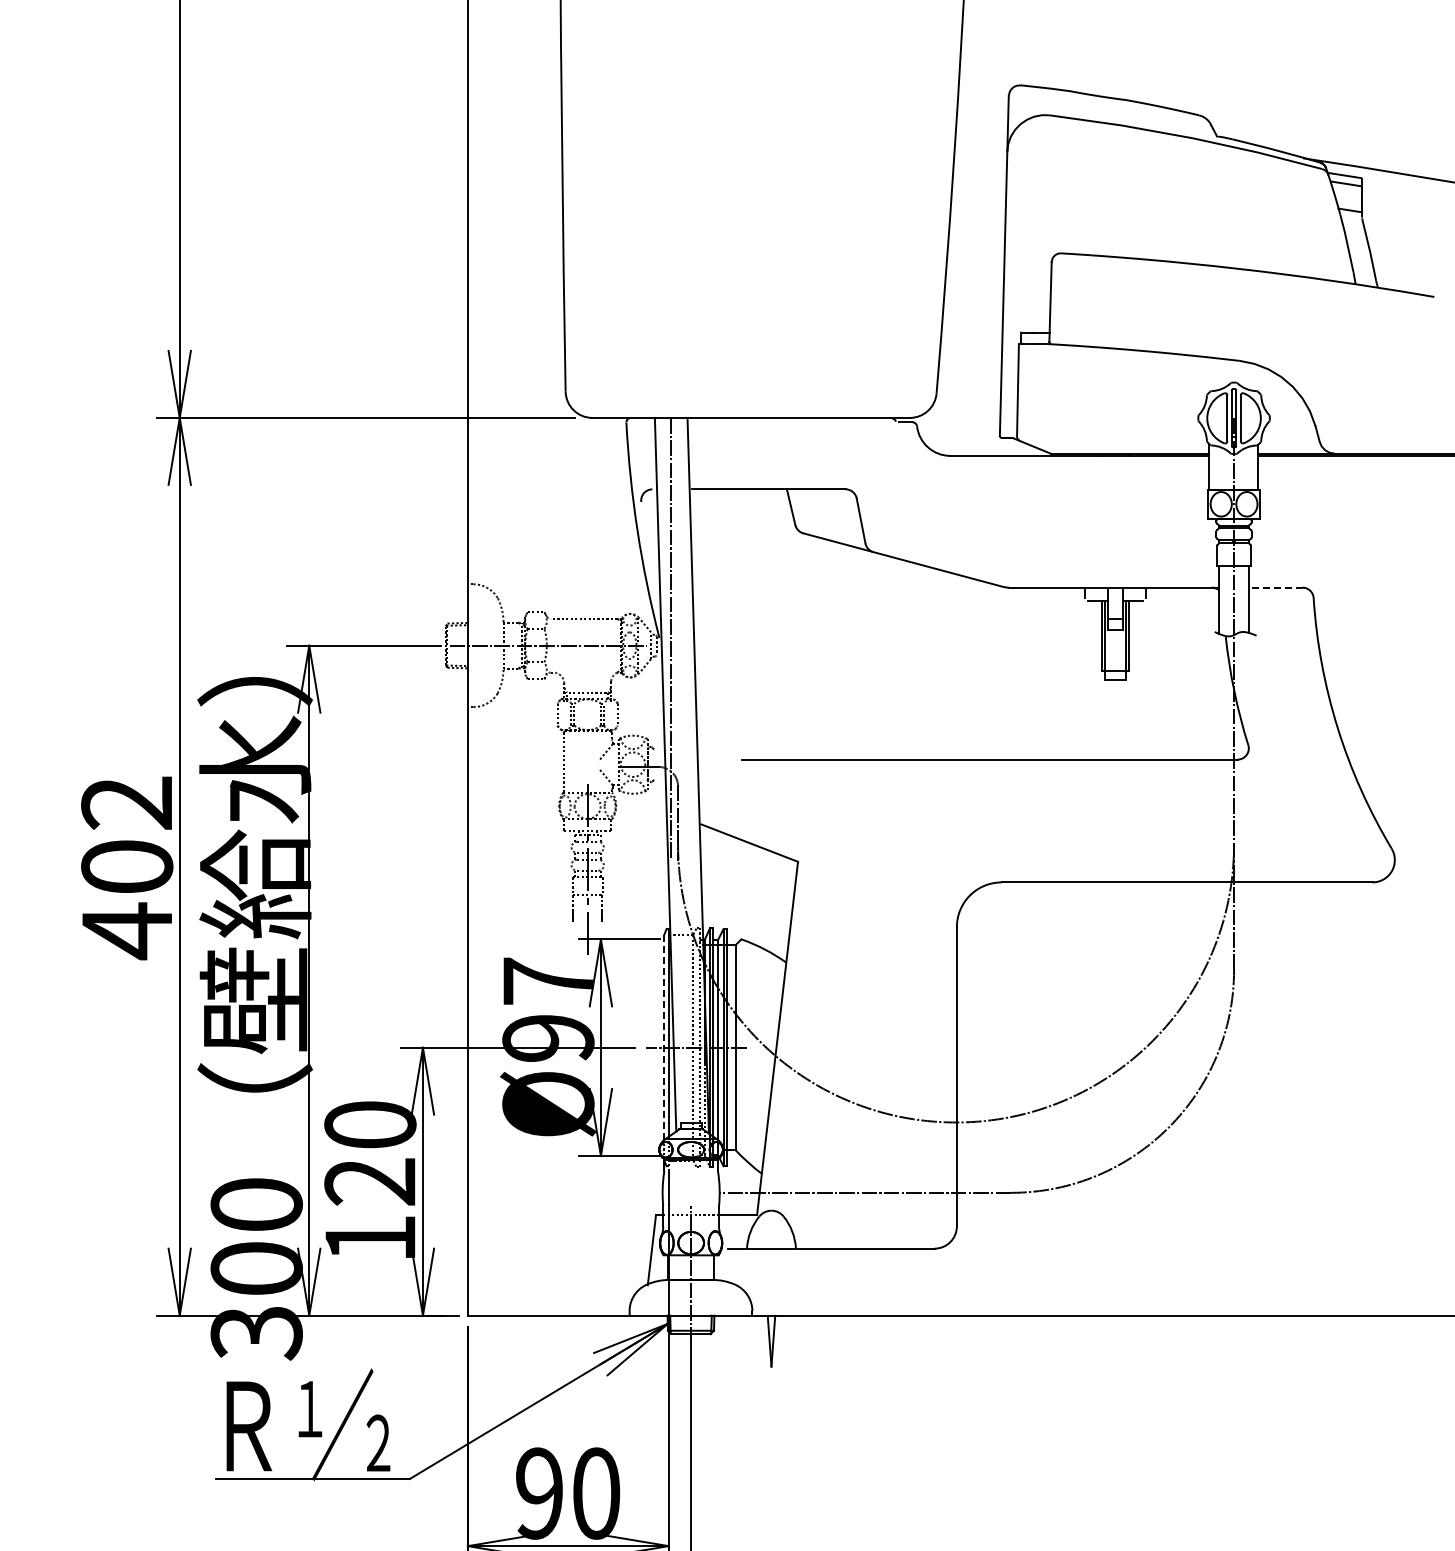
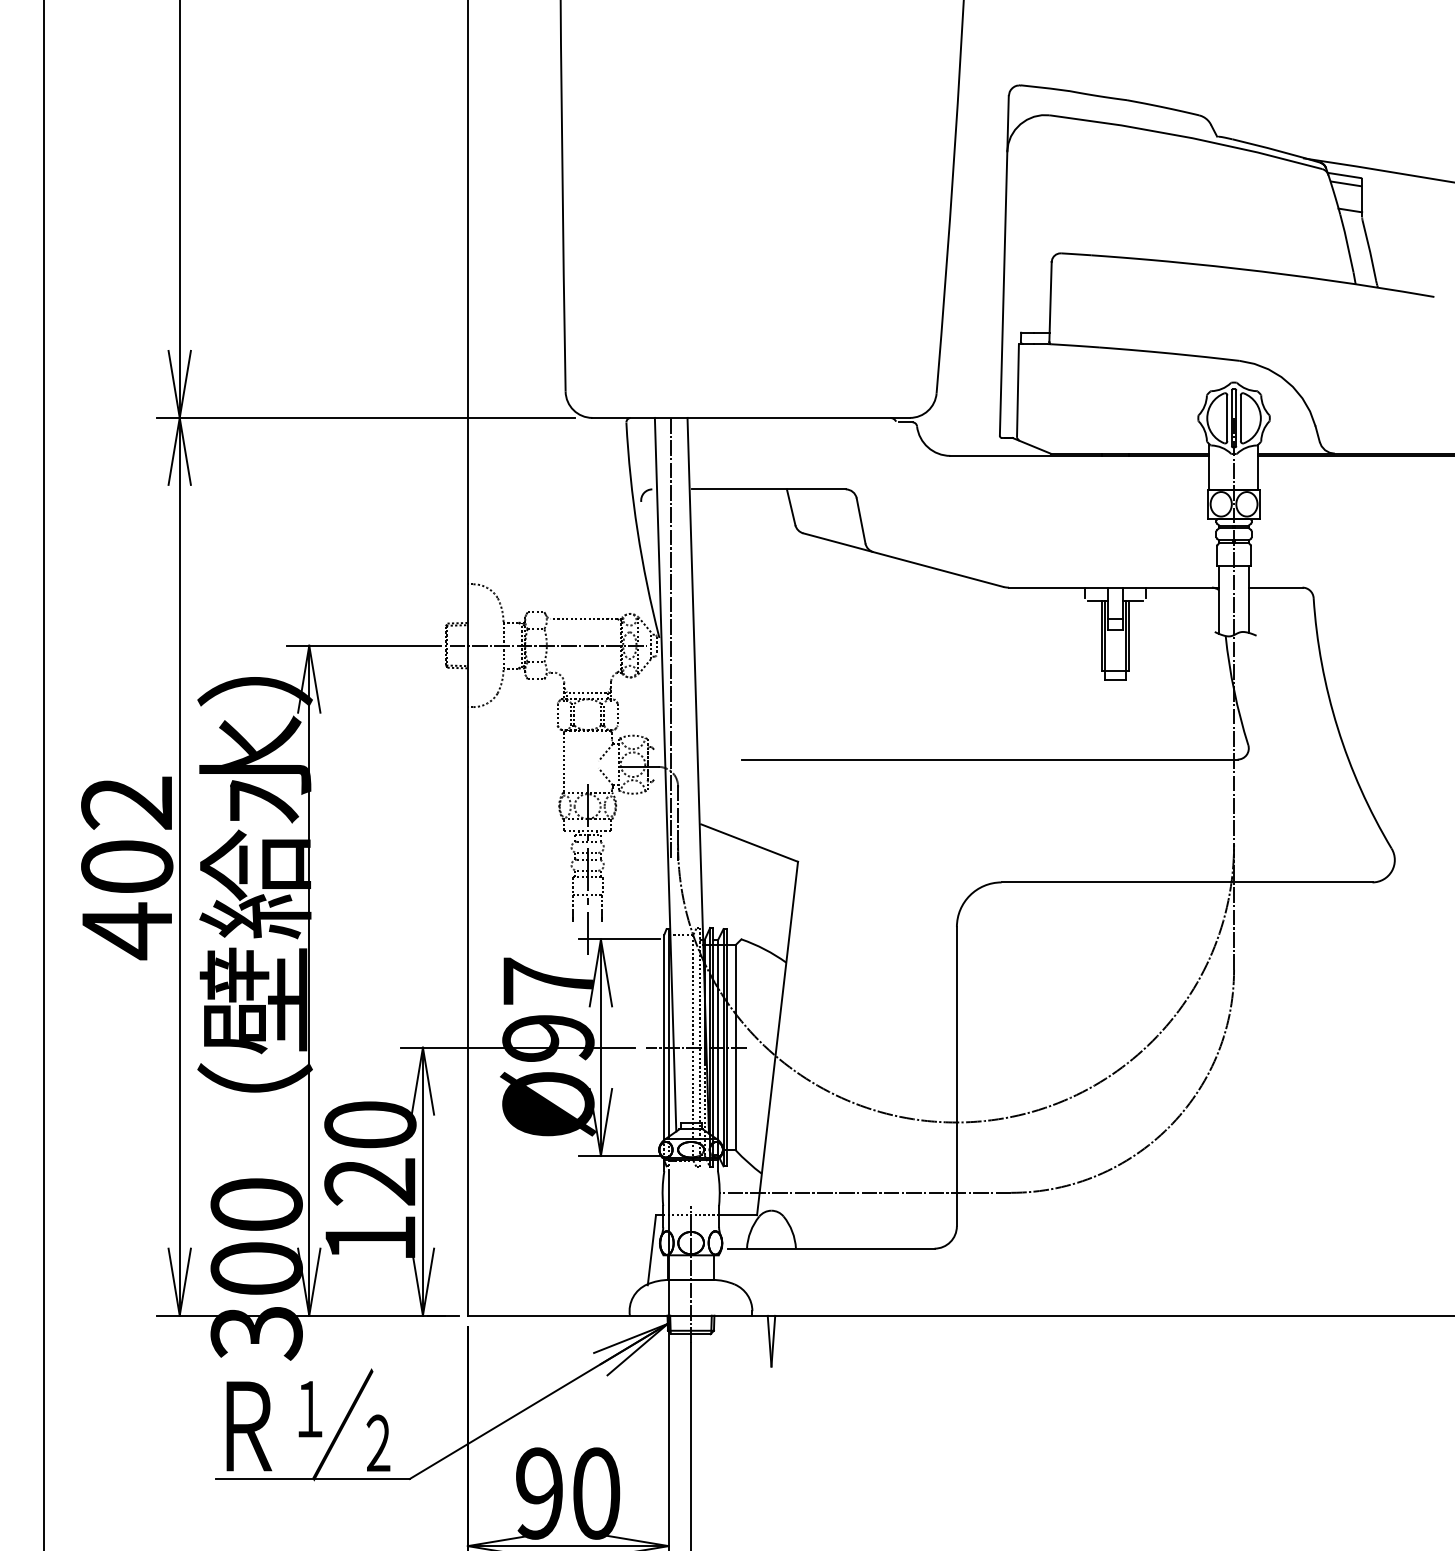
line at (1275, 587): dashed -> solid
line at (43, 774): none -> present
line at (664, 1037): dashed -> solid
